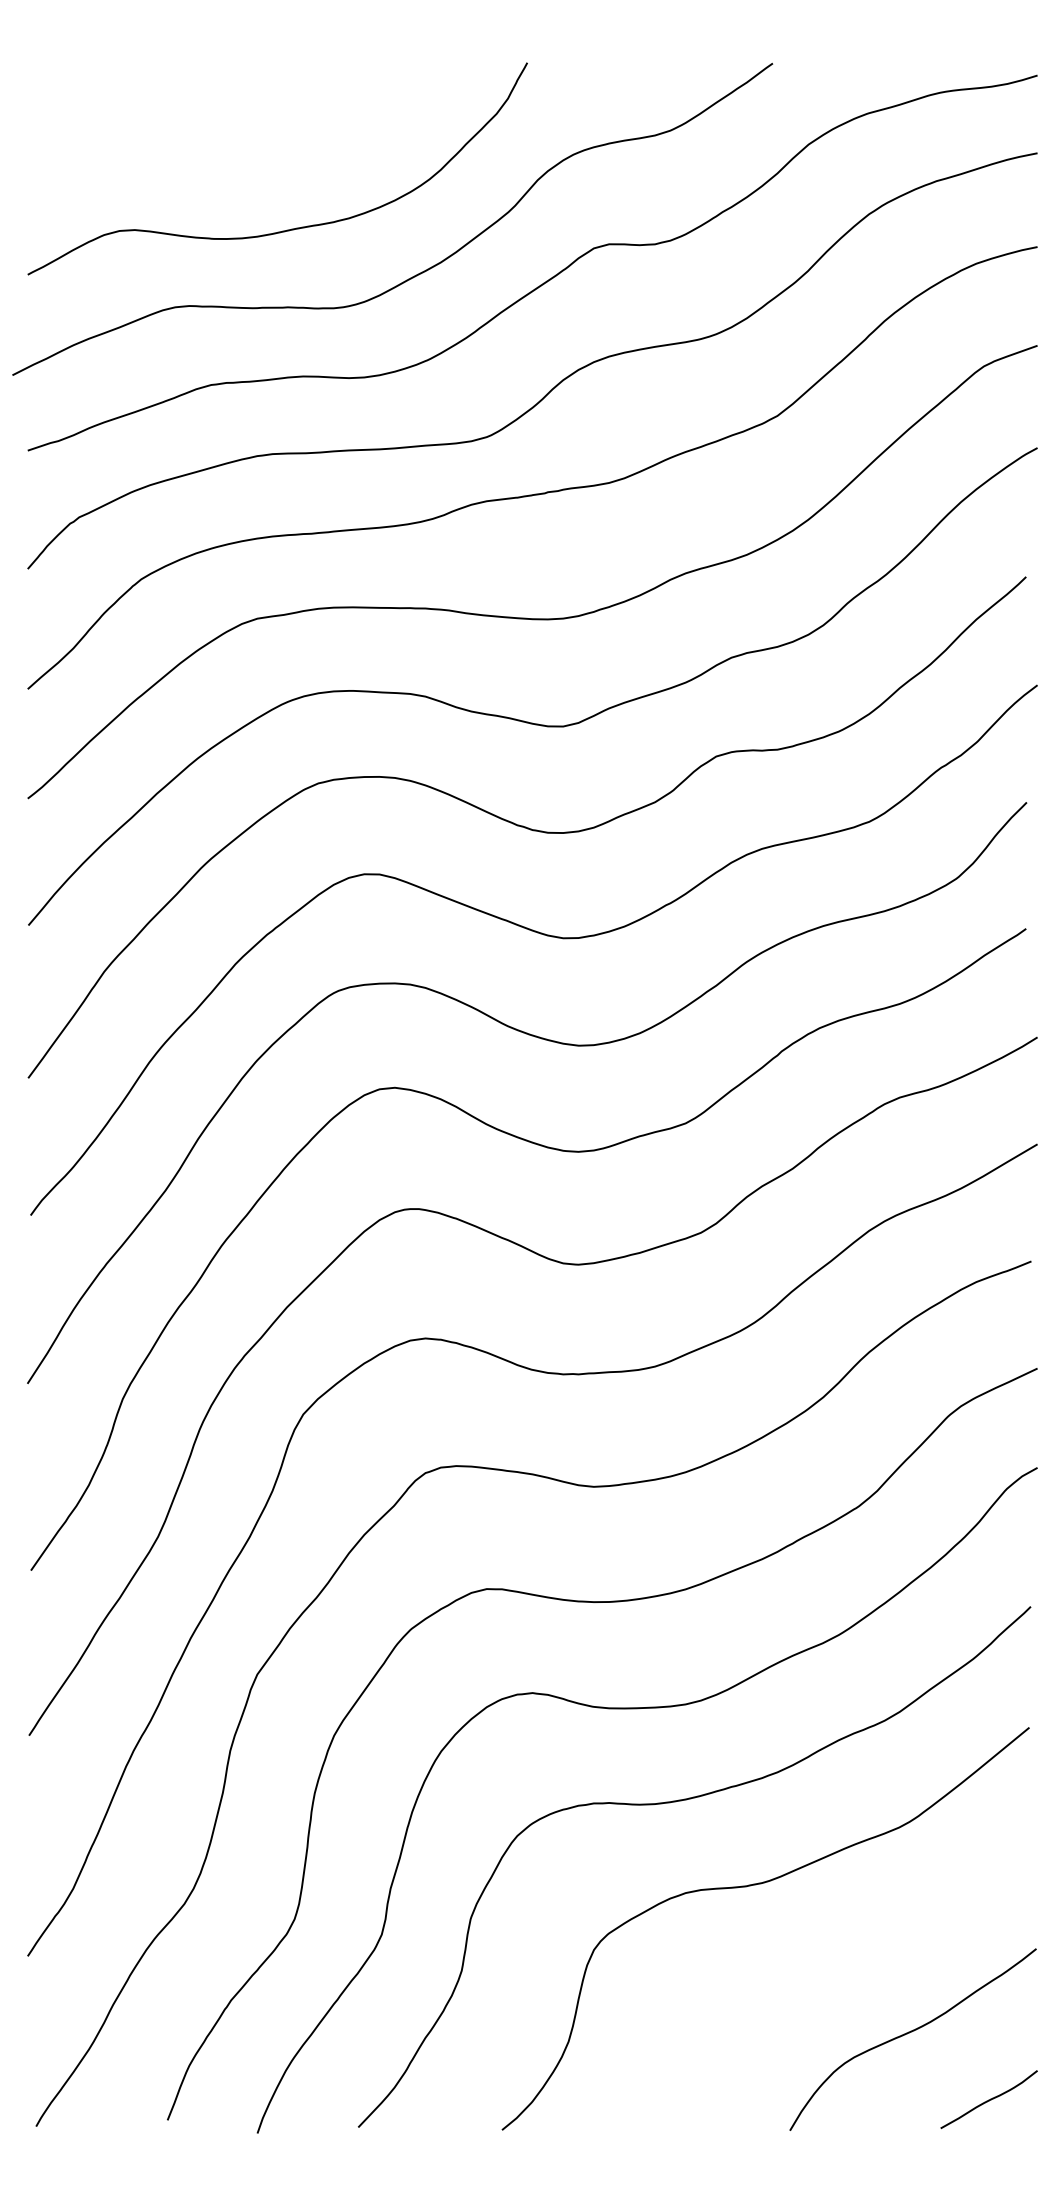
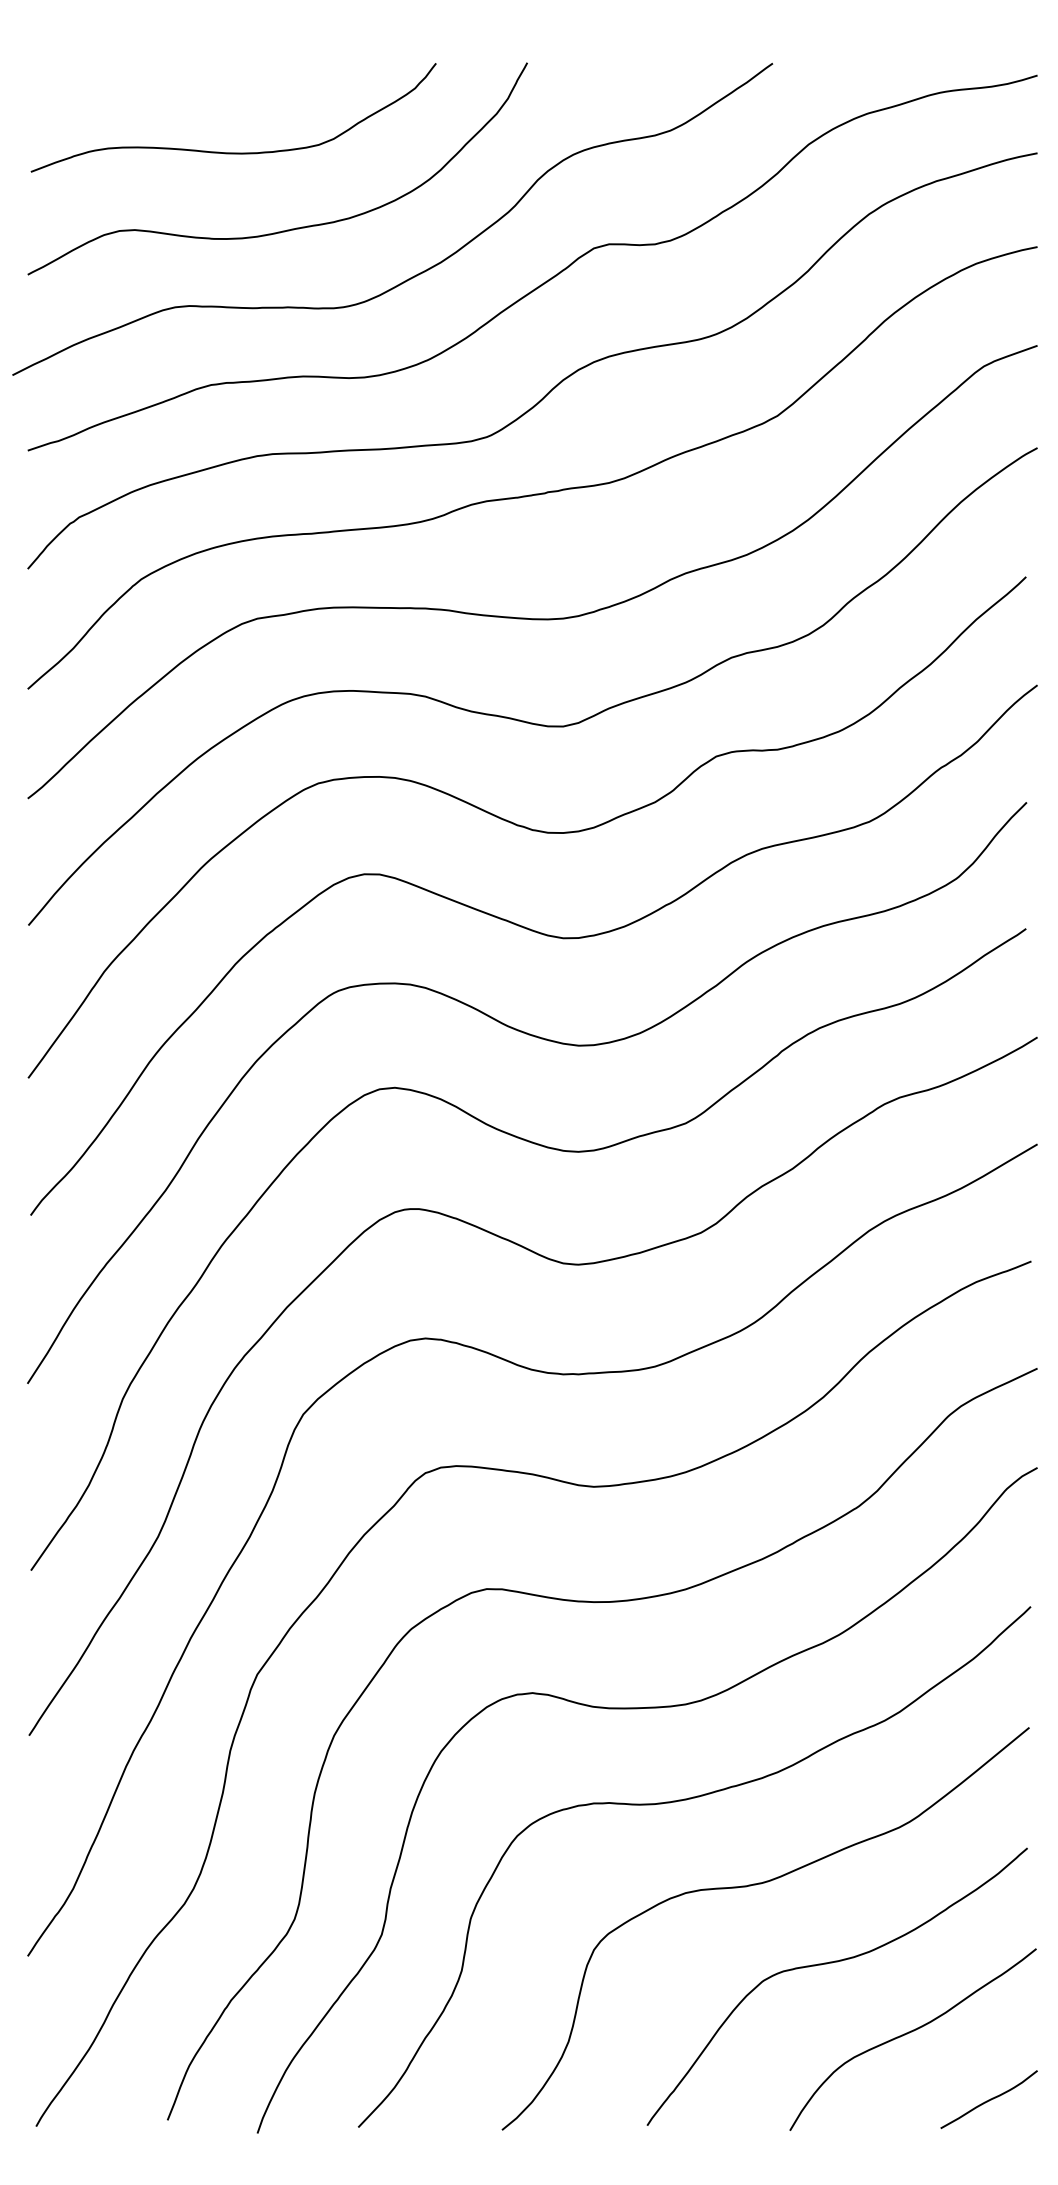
curve at (233, 152): none -> present
curve at (832, 1963): none -> present
